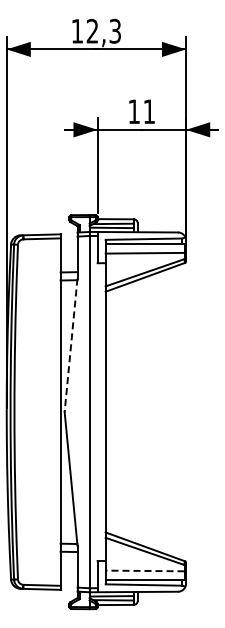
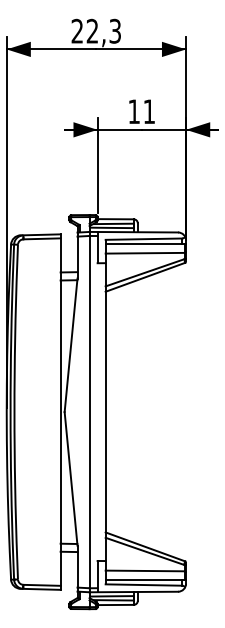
text at (76, 30): 12,3 -> 22,3
line at (71, 345): dashed -> solid
line at (144, 570): dashed -> solid
